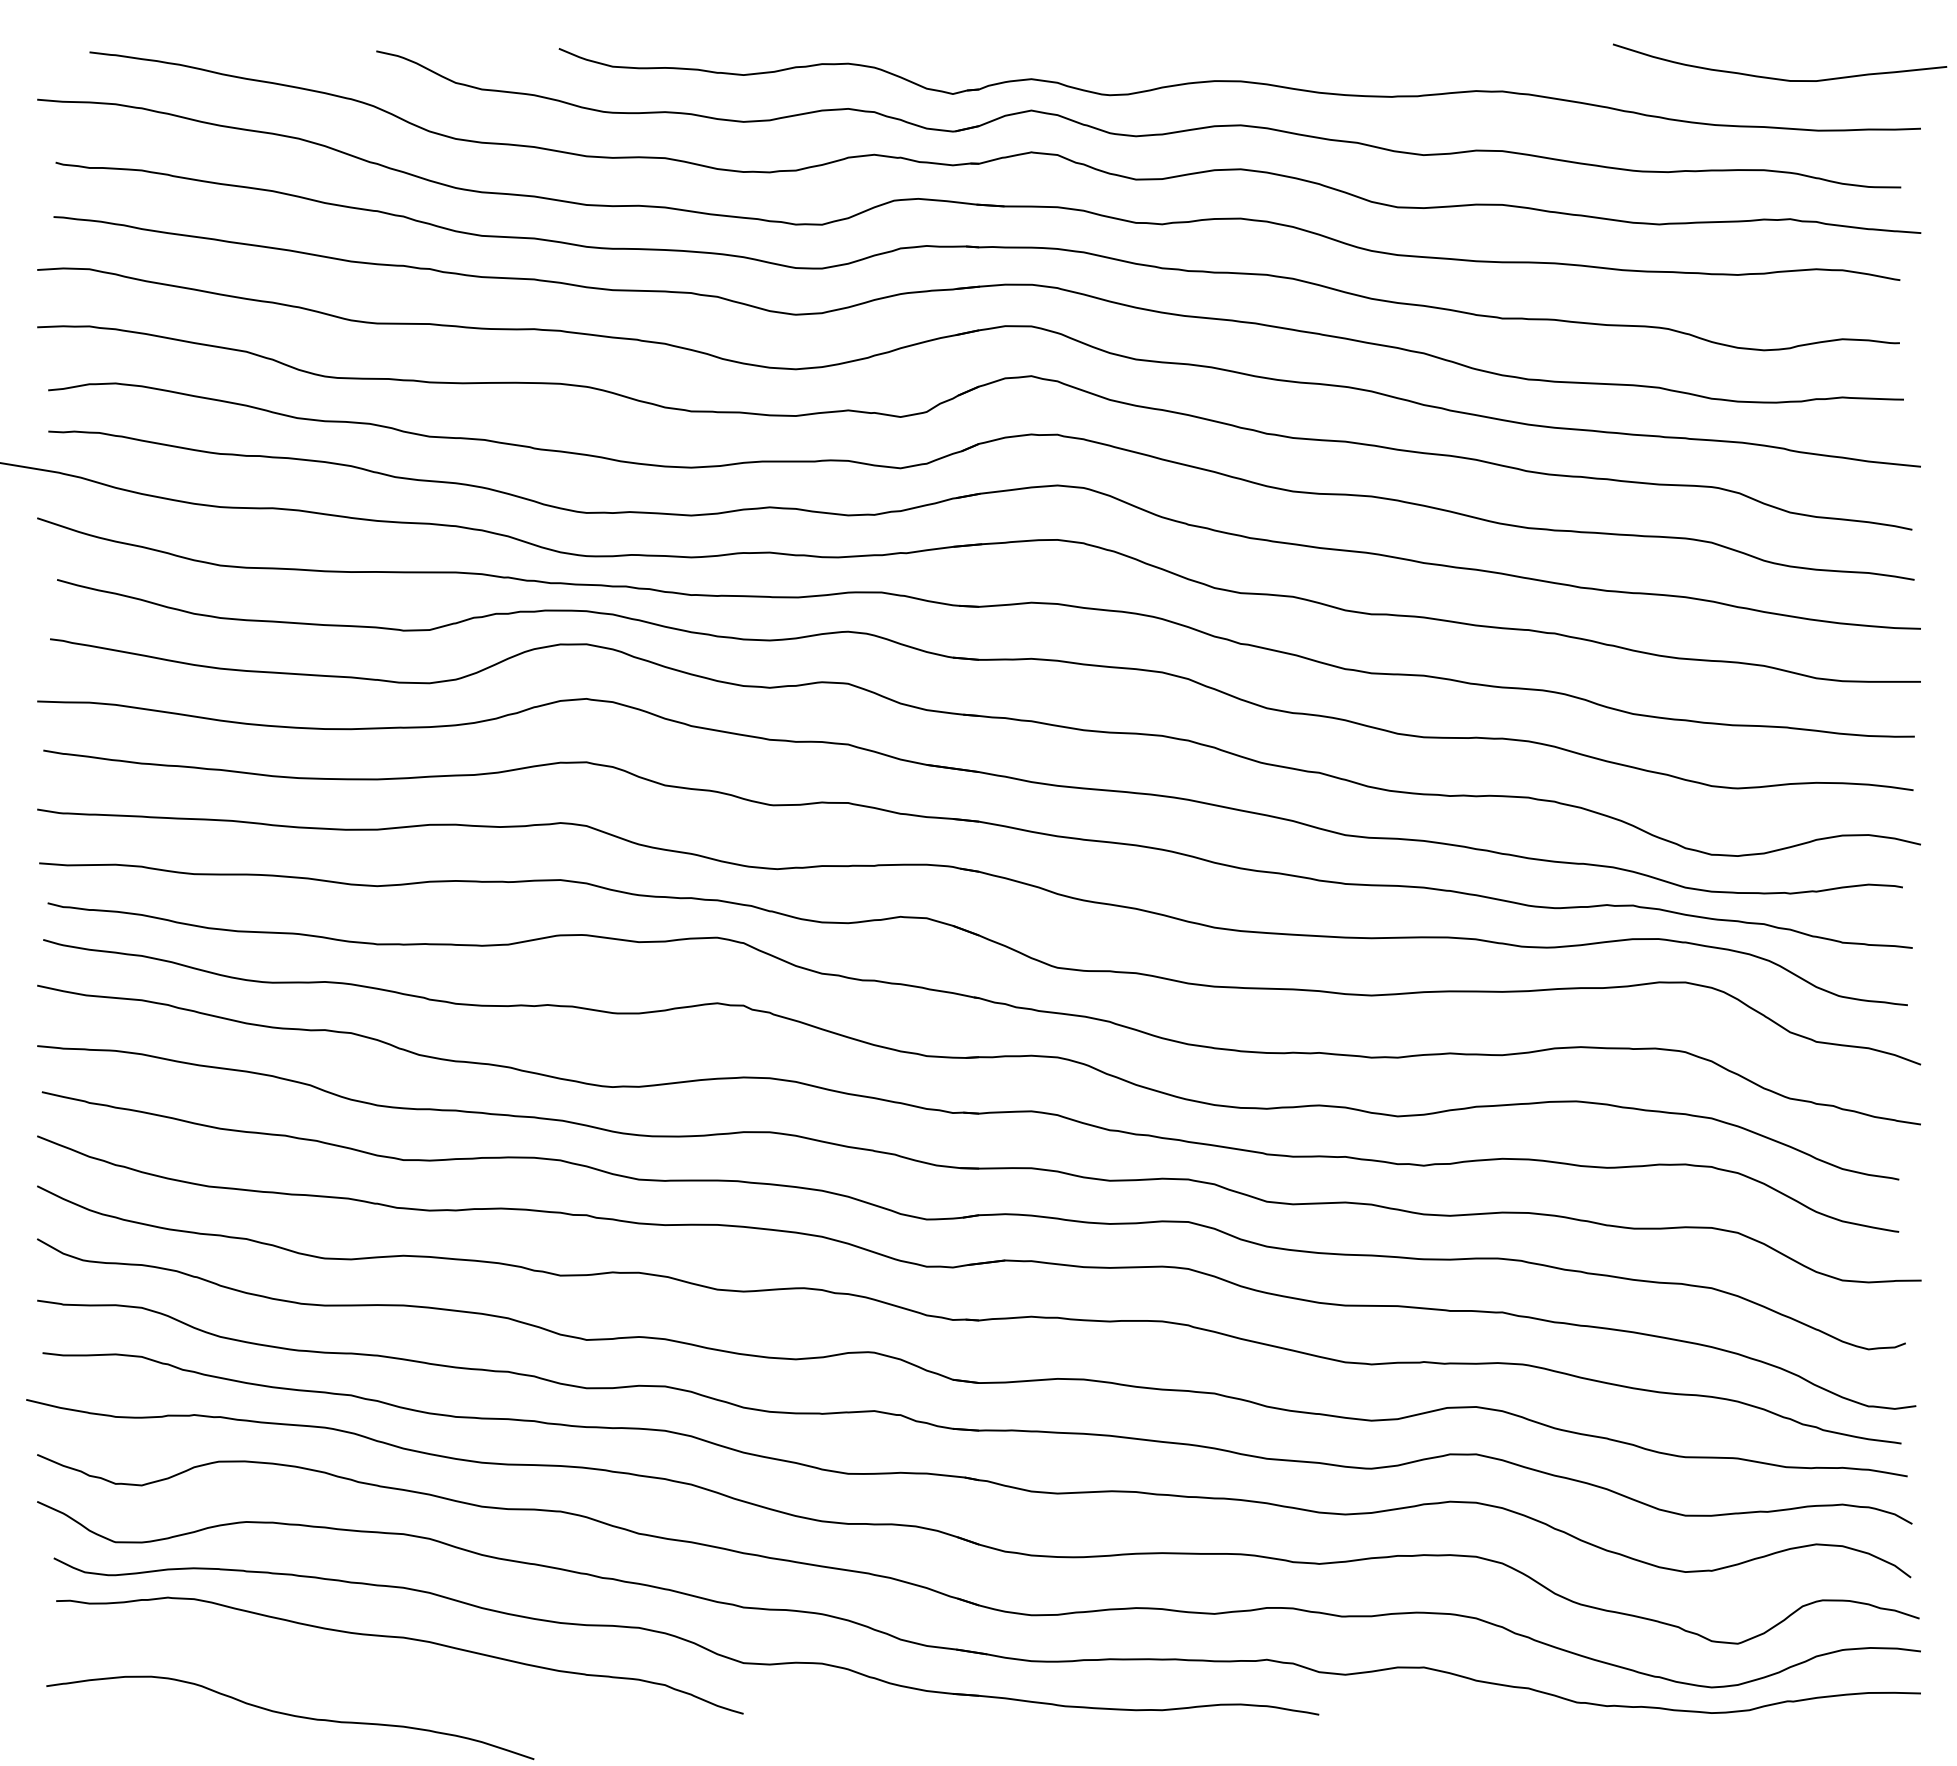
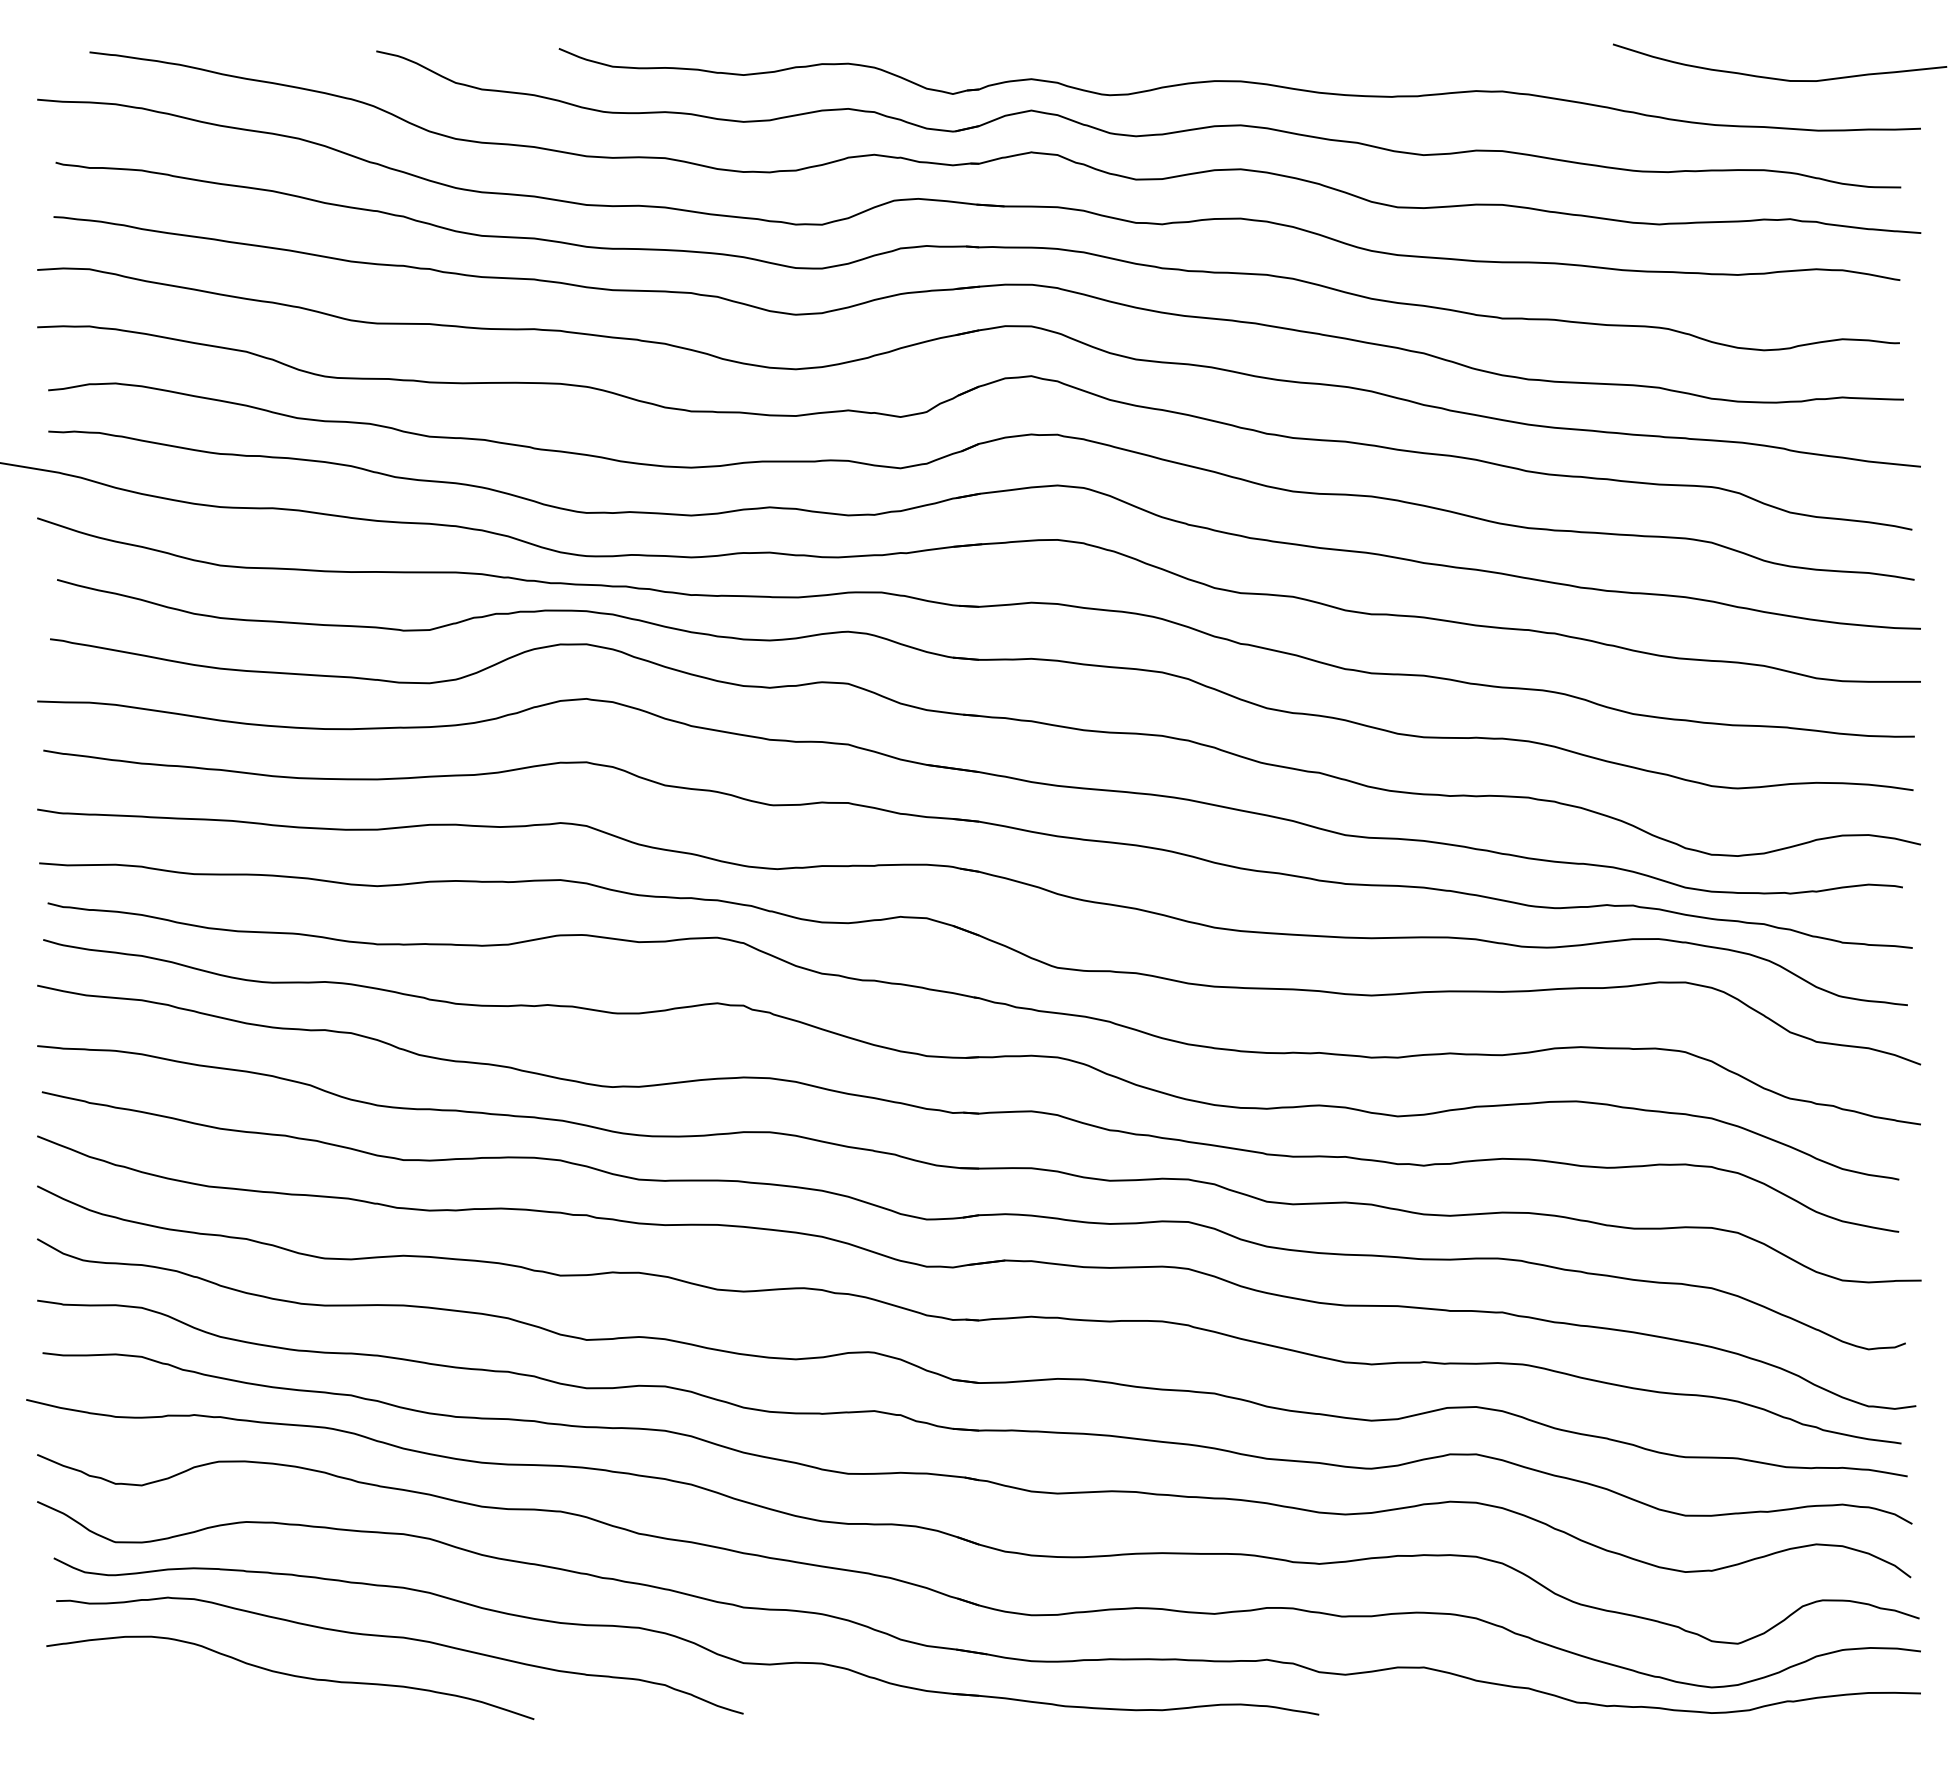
curve at (291, 1716) position: (291, 1716) -> (291, 1676)
